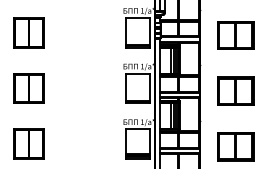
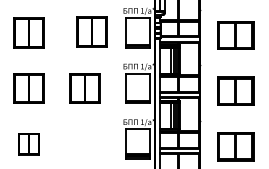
part at (91, 31): none -> present
part at (84, 88): none -> present
part at (28, 143) size: 32x32 px -> 22x23 px
